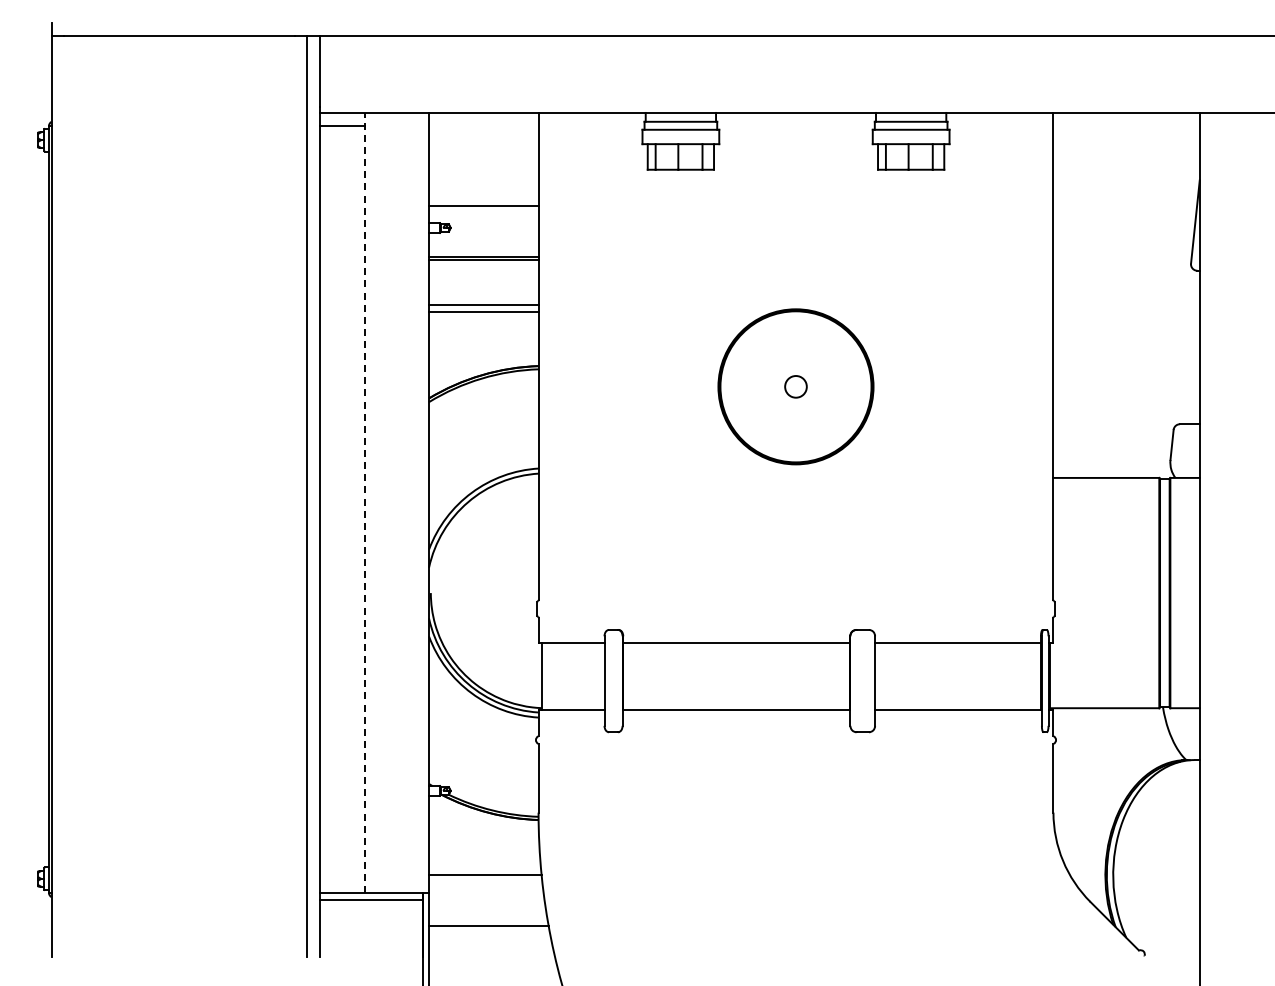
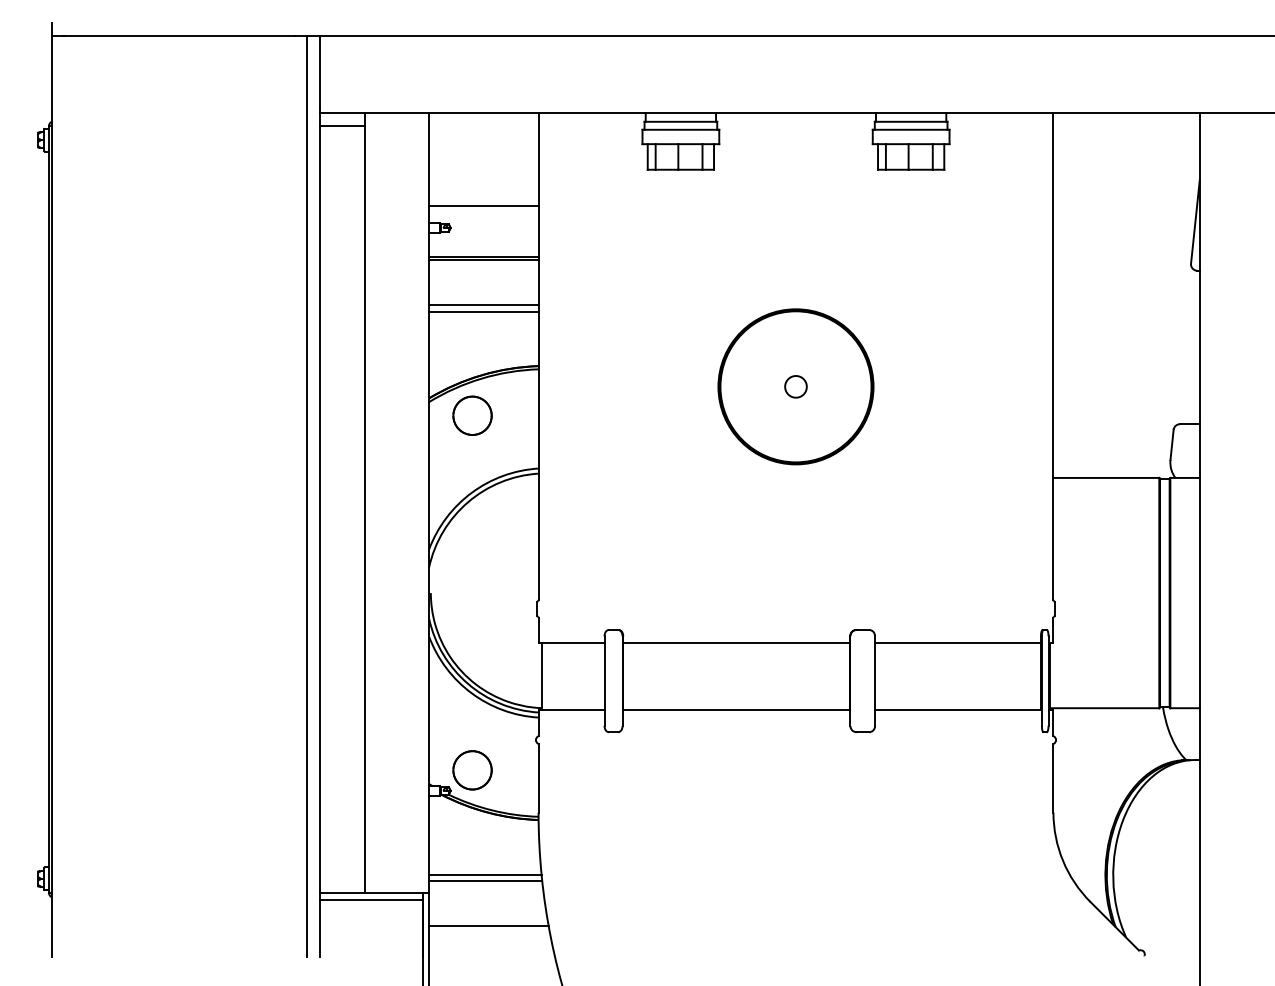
circle at (472, 415): none -> present
line at (365, 502): dashed -> solid
circle at (472, 770): none -> present
line at (485, 880): none -> present
